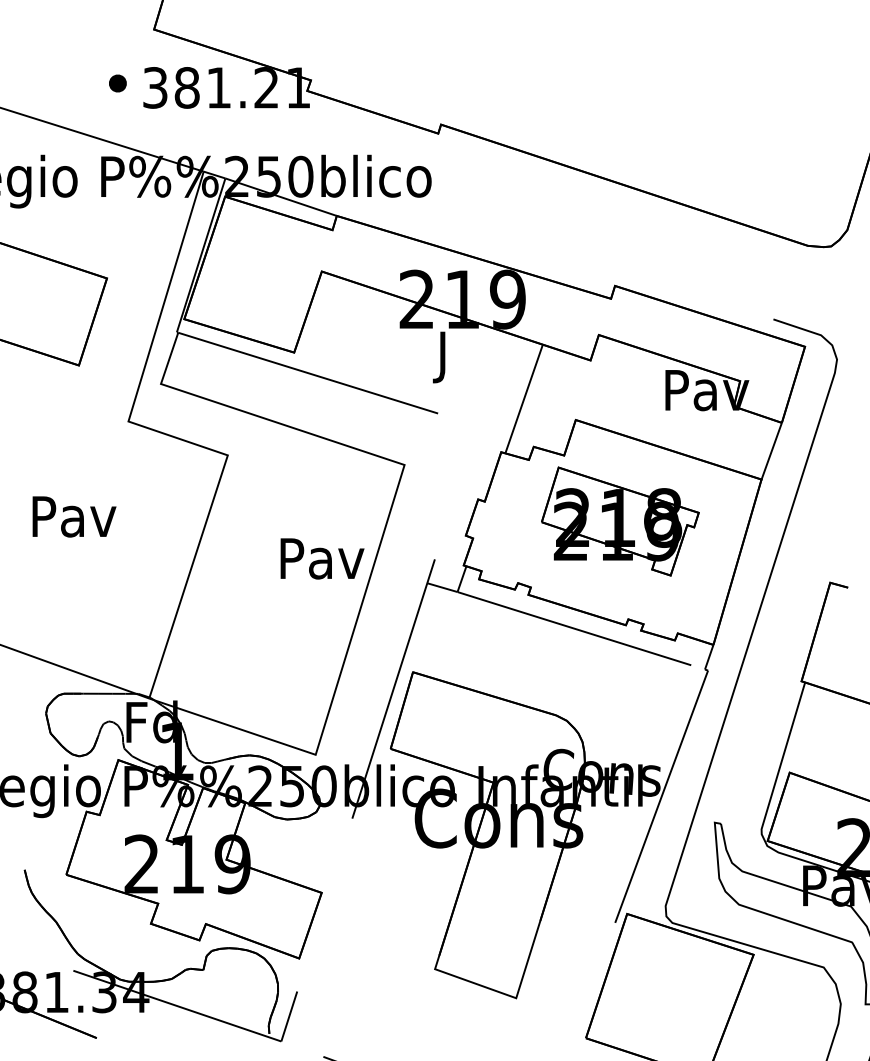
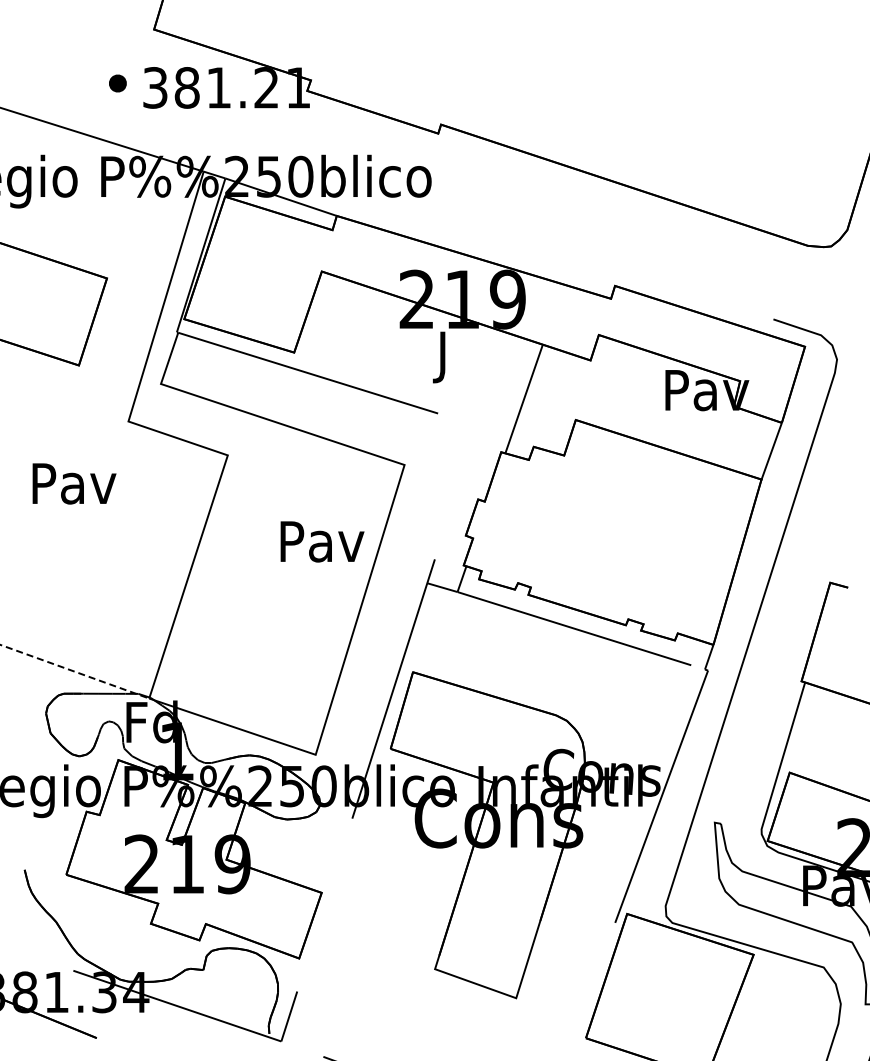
text at (74, 516) position: (74, 516) -> (74, 483)
part at (620, 521): present -> none
text at (322, 558) position: (322, 558) -> (322, 541)
line at (75, 671): solid -> dashed
